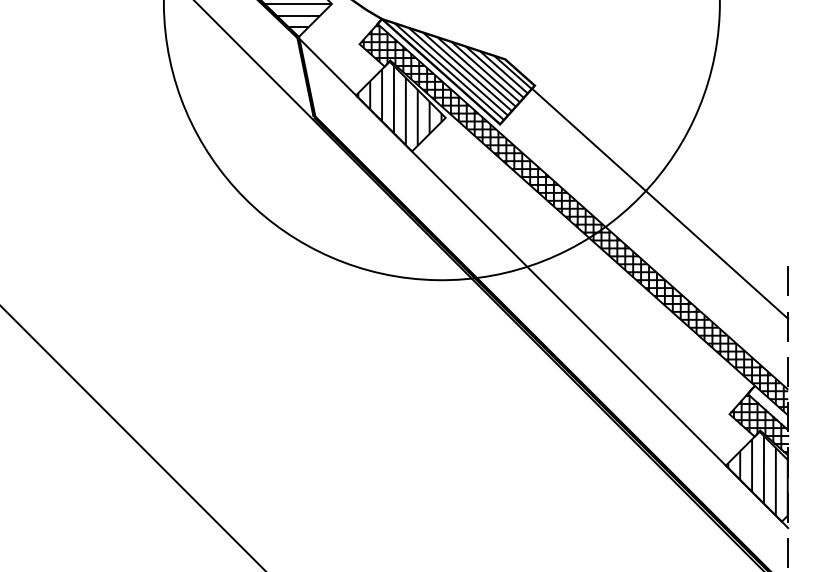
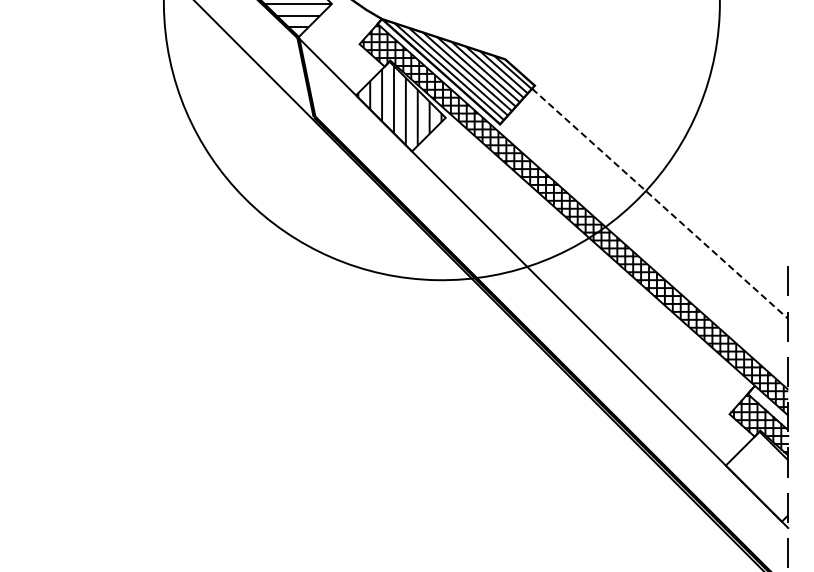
line at (660, 204): solid -> dashed
line at (132, 437): present -> none
hatch at (757, 475): present -> none
